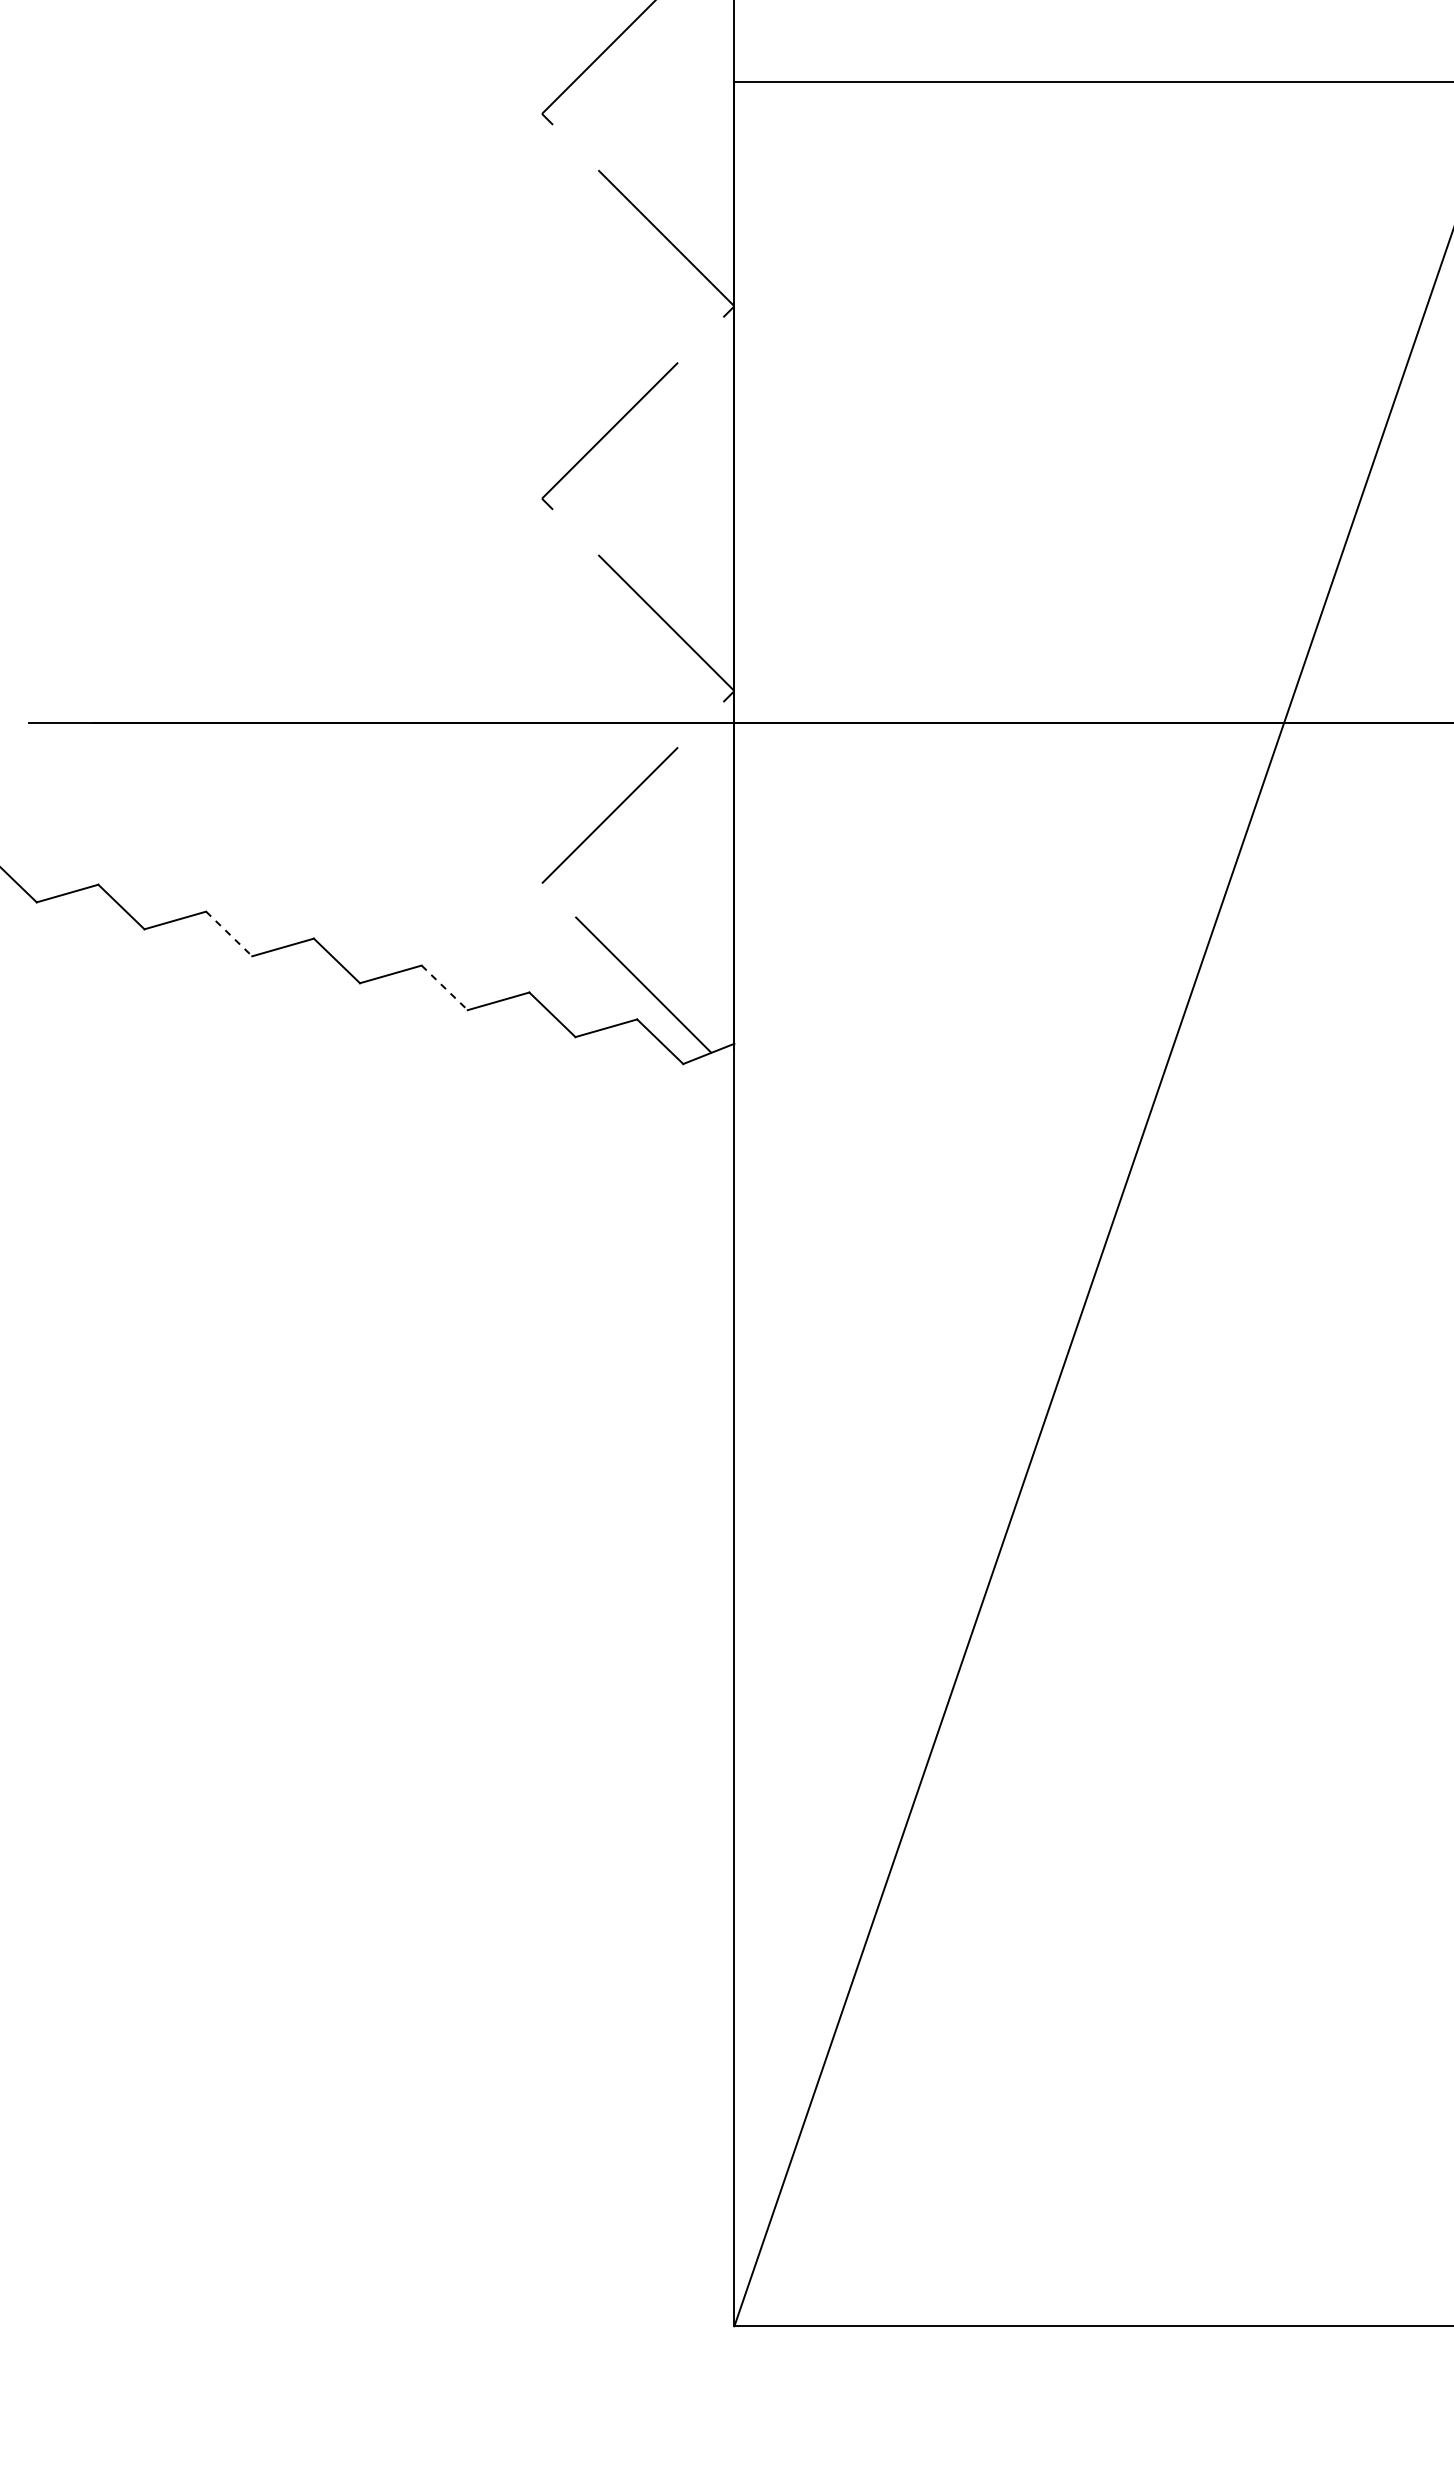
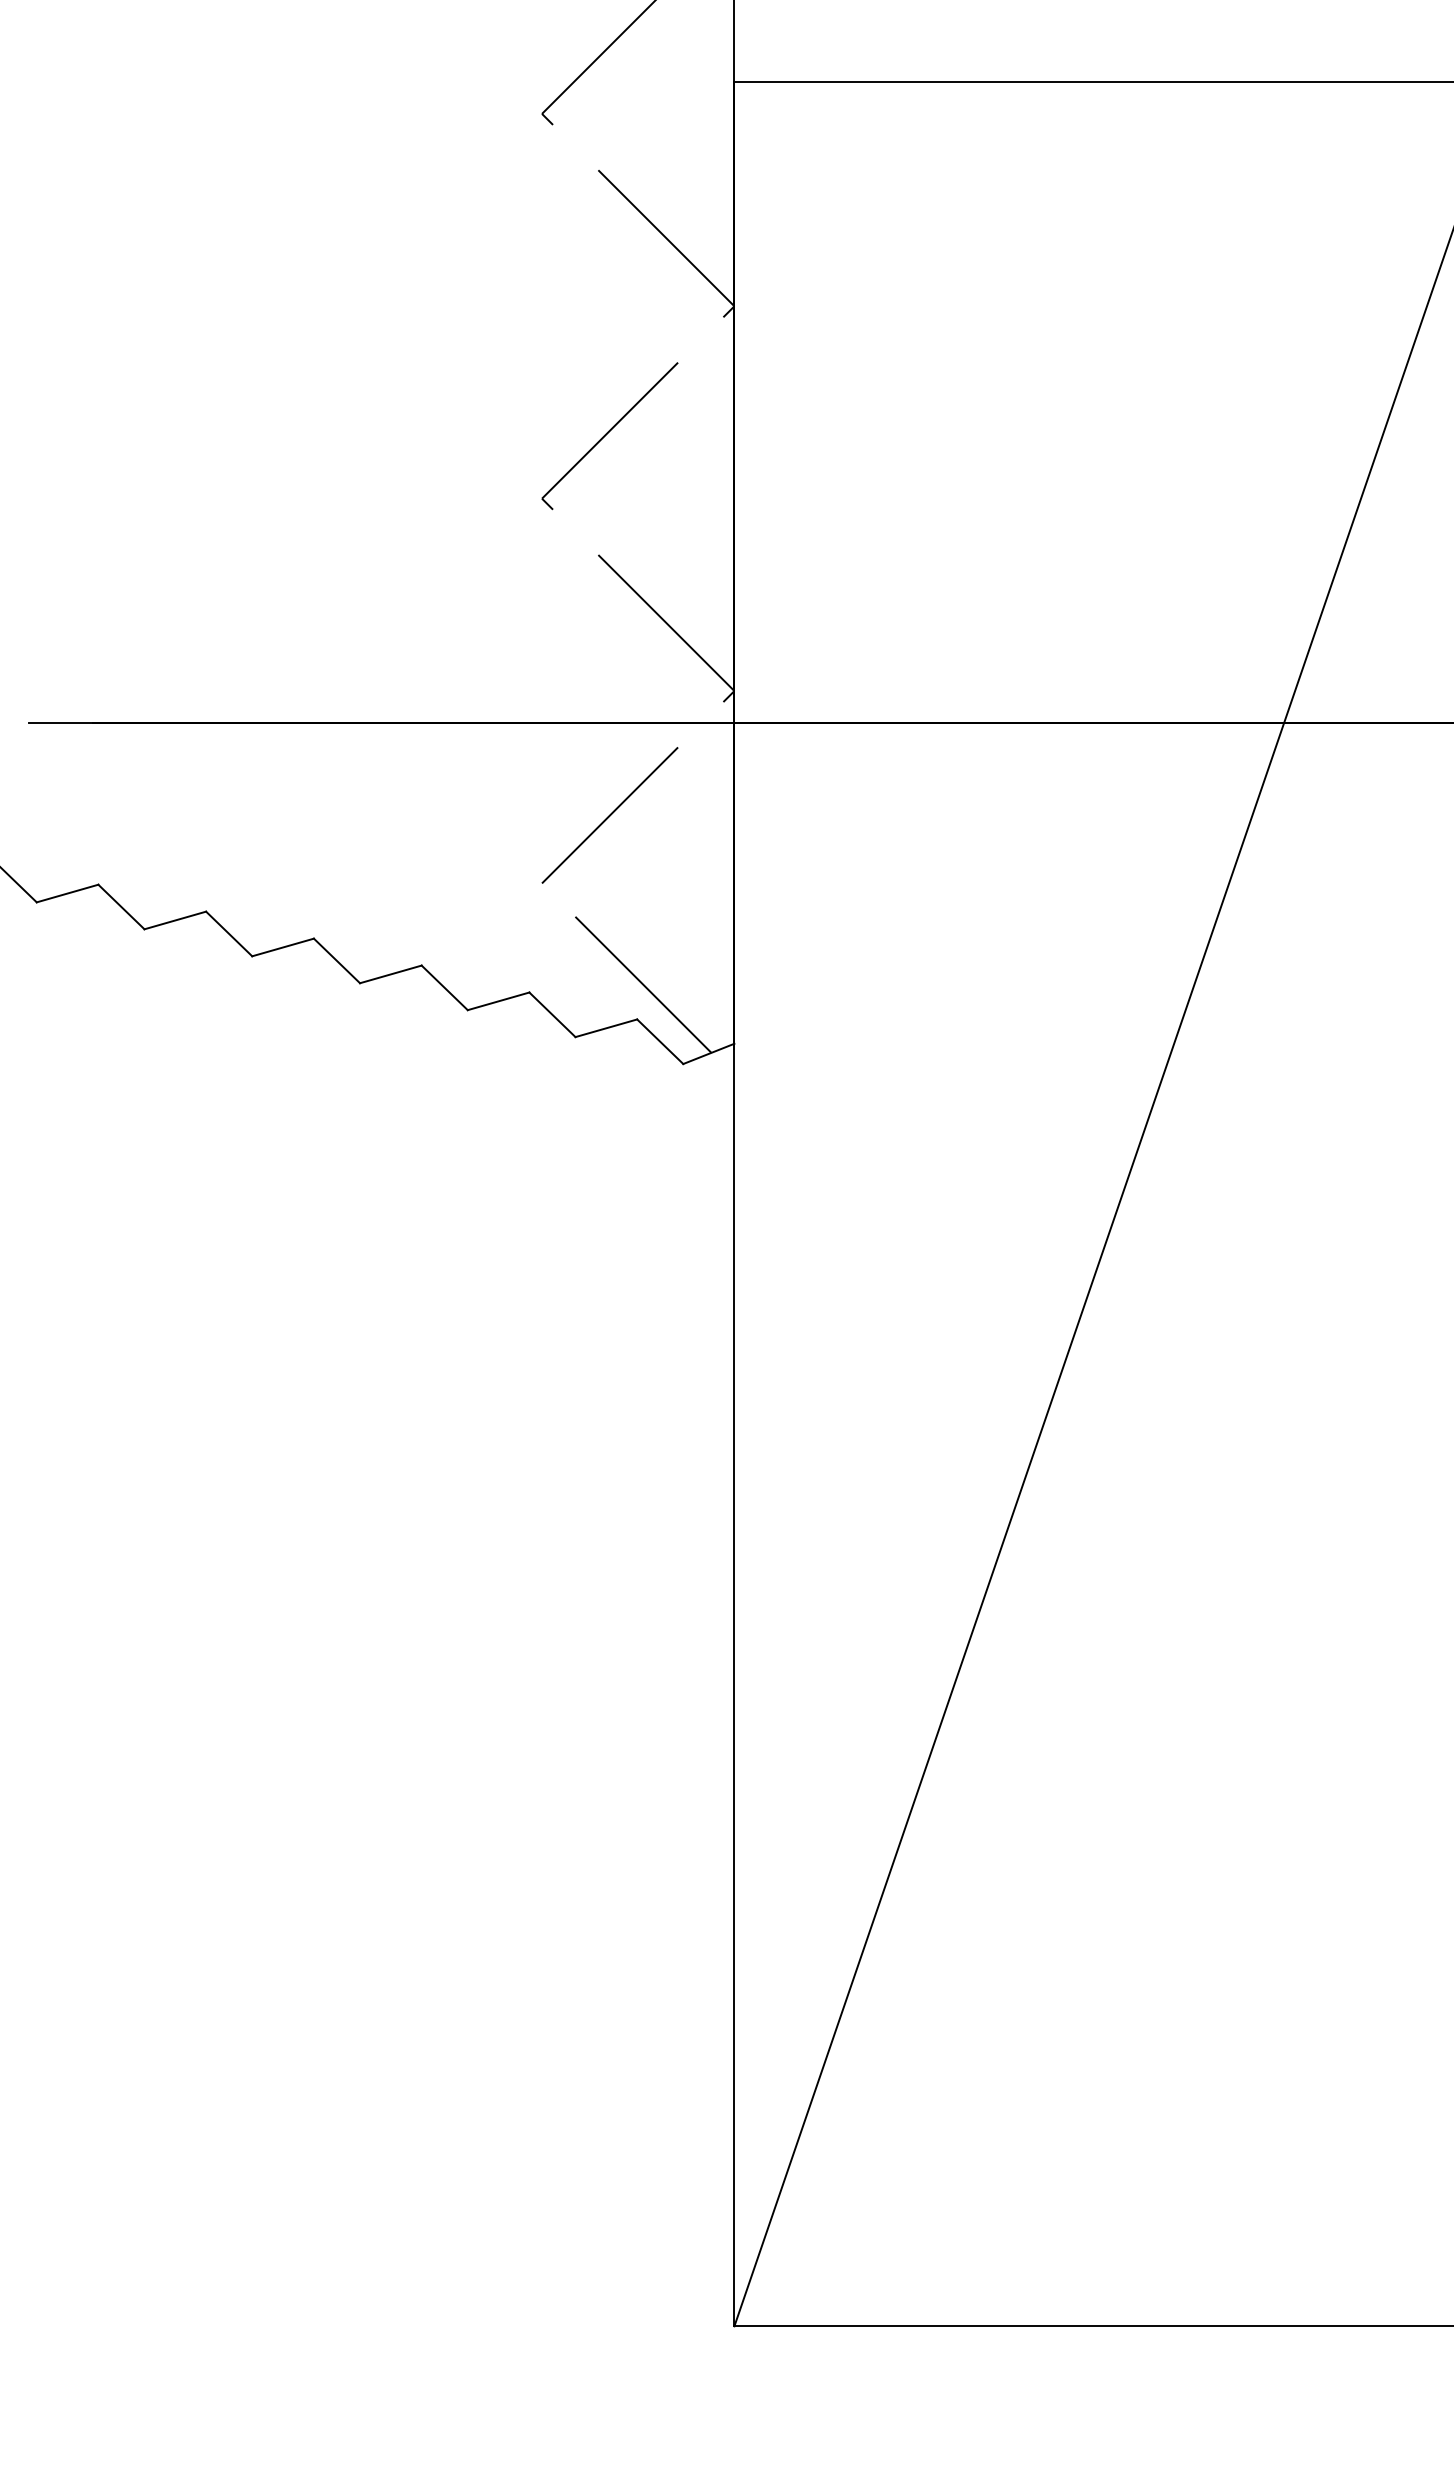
line at (229, 934): dashed -> solid
line at (445, 988): dashed -> solid
